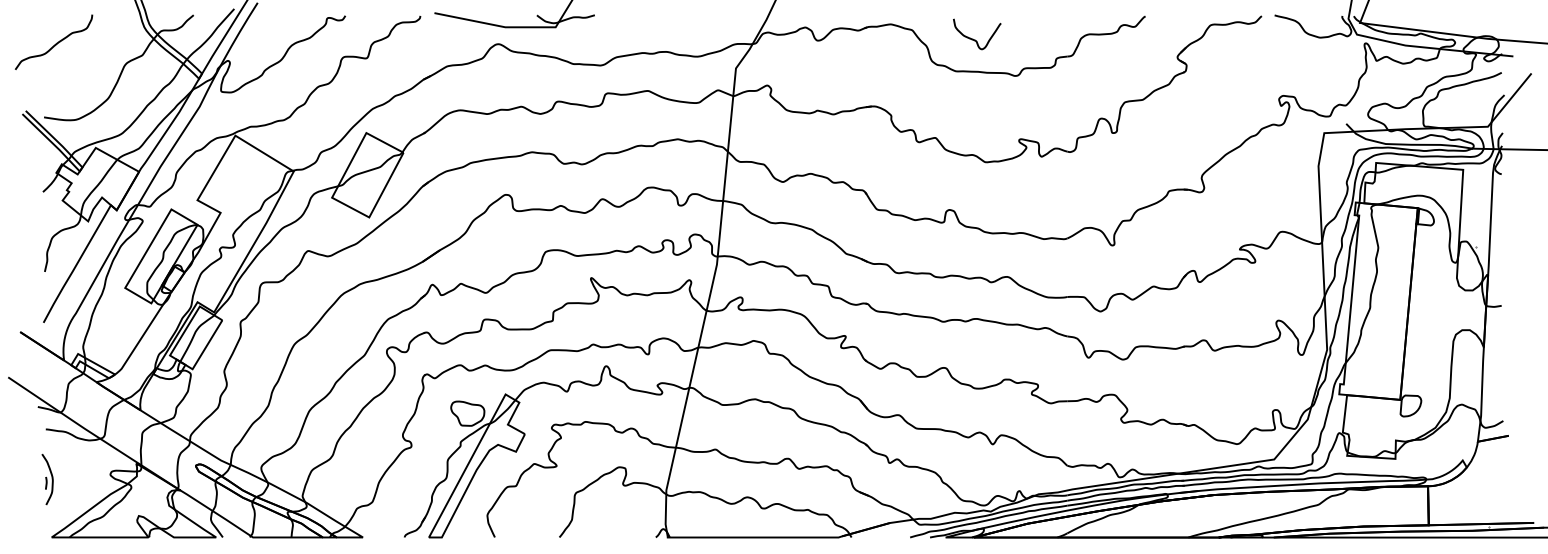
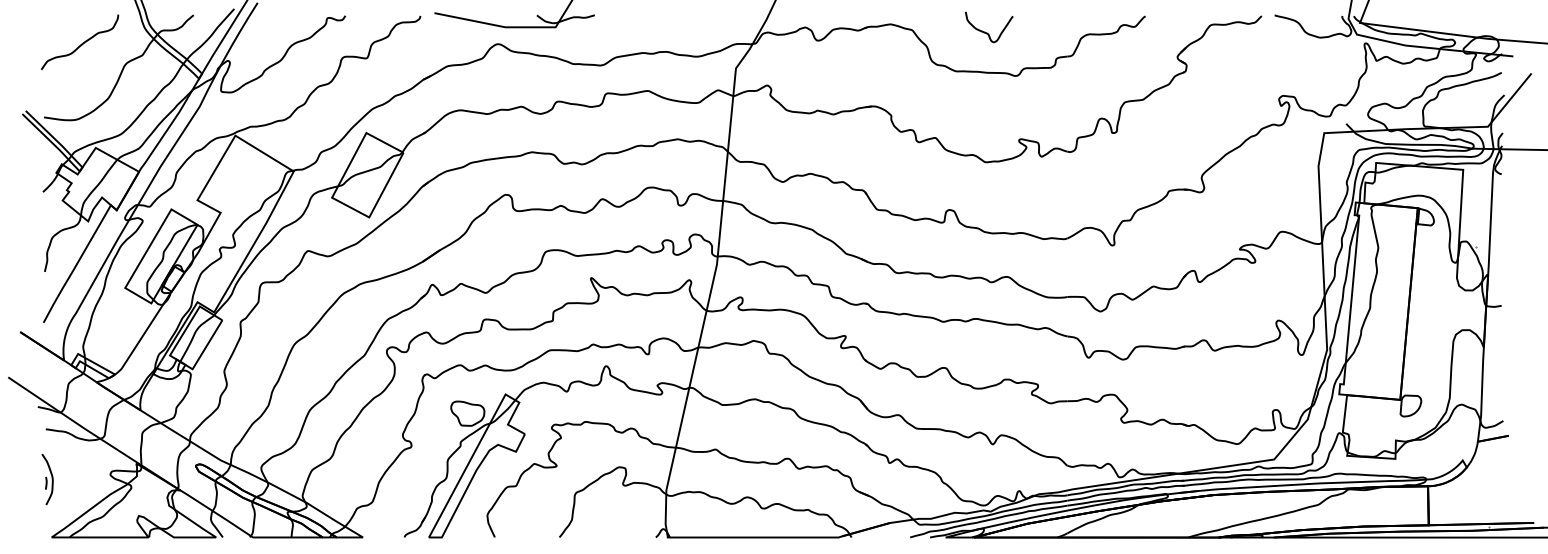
curve at (975, 39) position: (975, 39) -> (987, 32)
curve at (55, 43) position: (55, 43) -> (81, 43)
